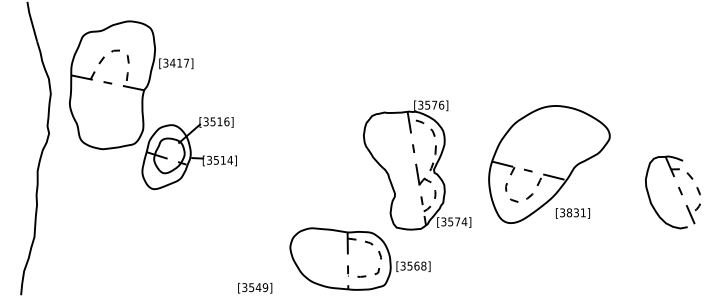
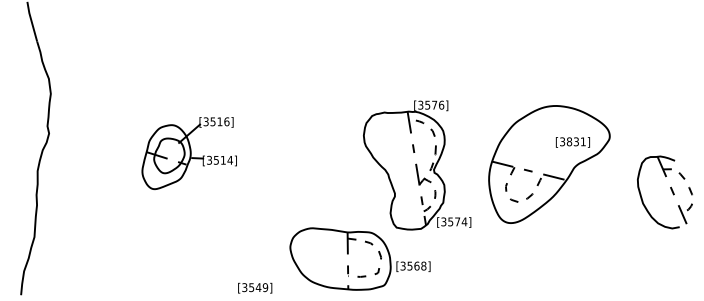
part at (131, 85): present -> none
part at (678, 189) position: (678, 189) -> (670, 189)
text at (572, 213) position: (572, 213) -> (572, 142)
